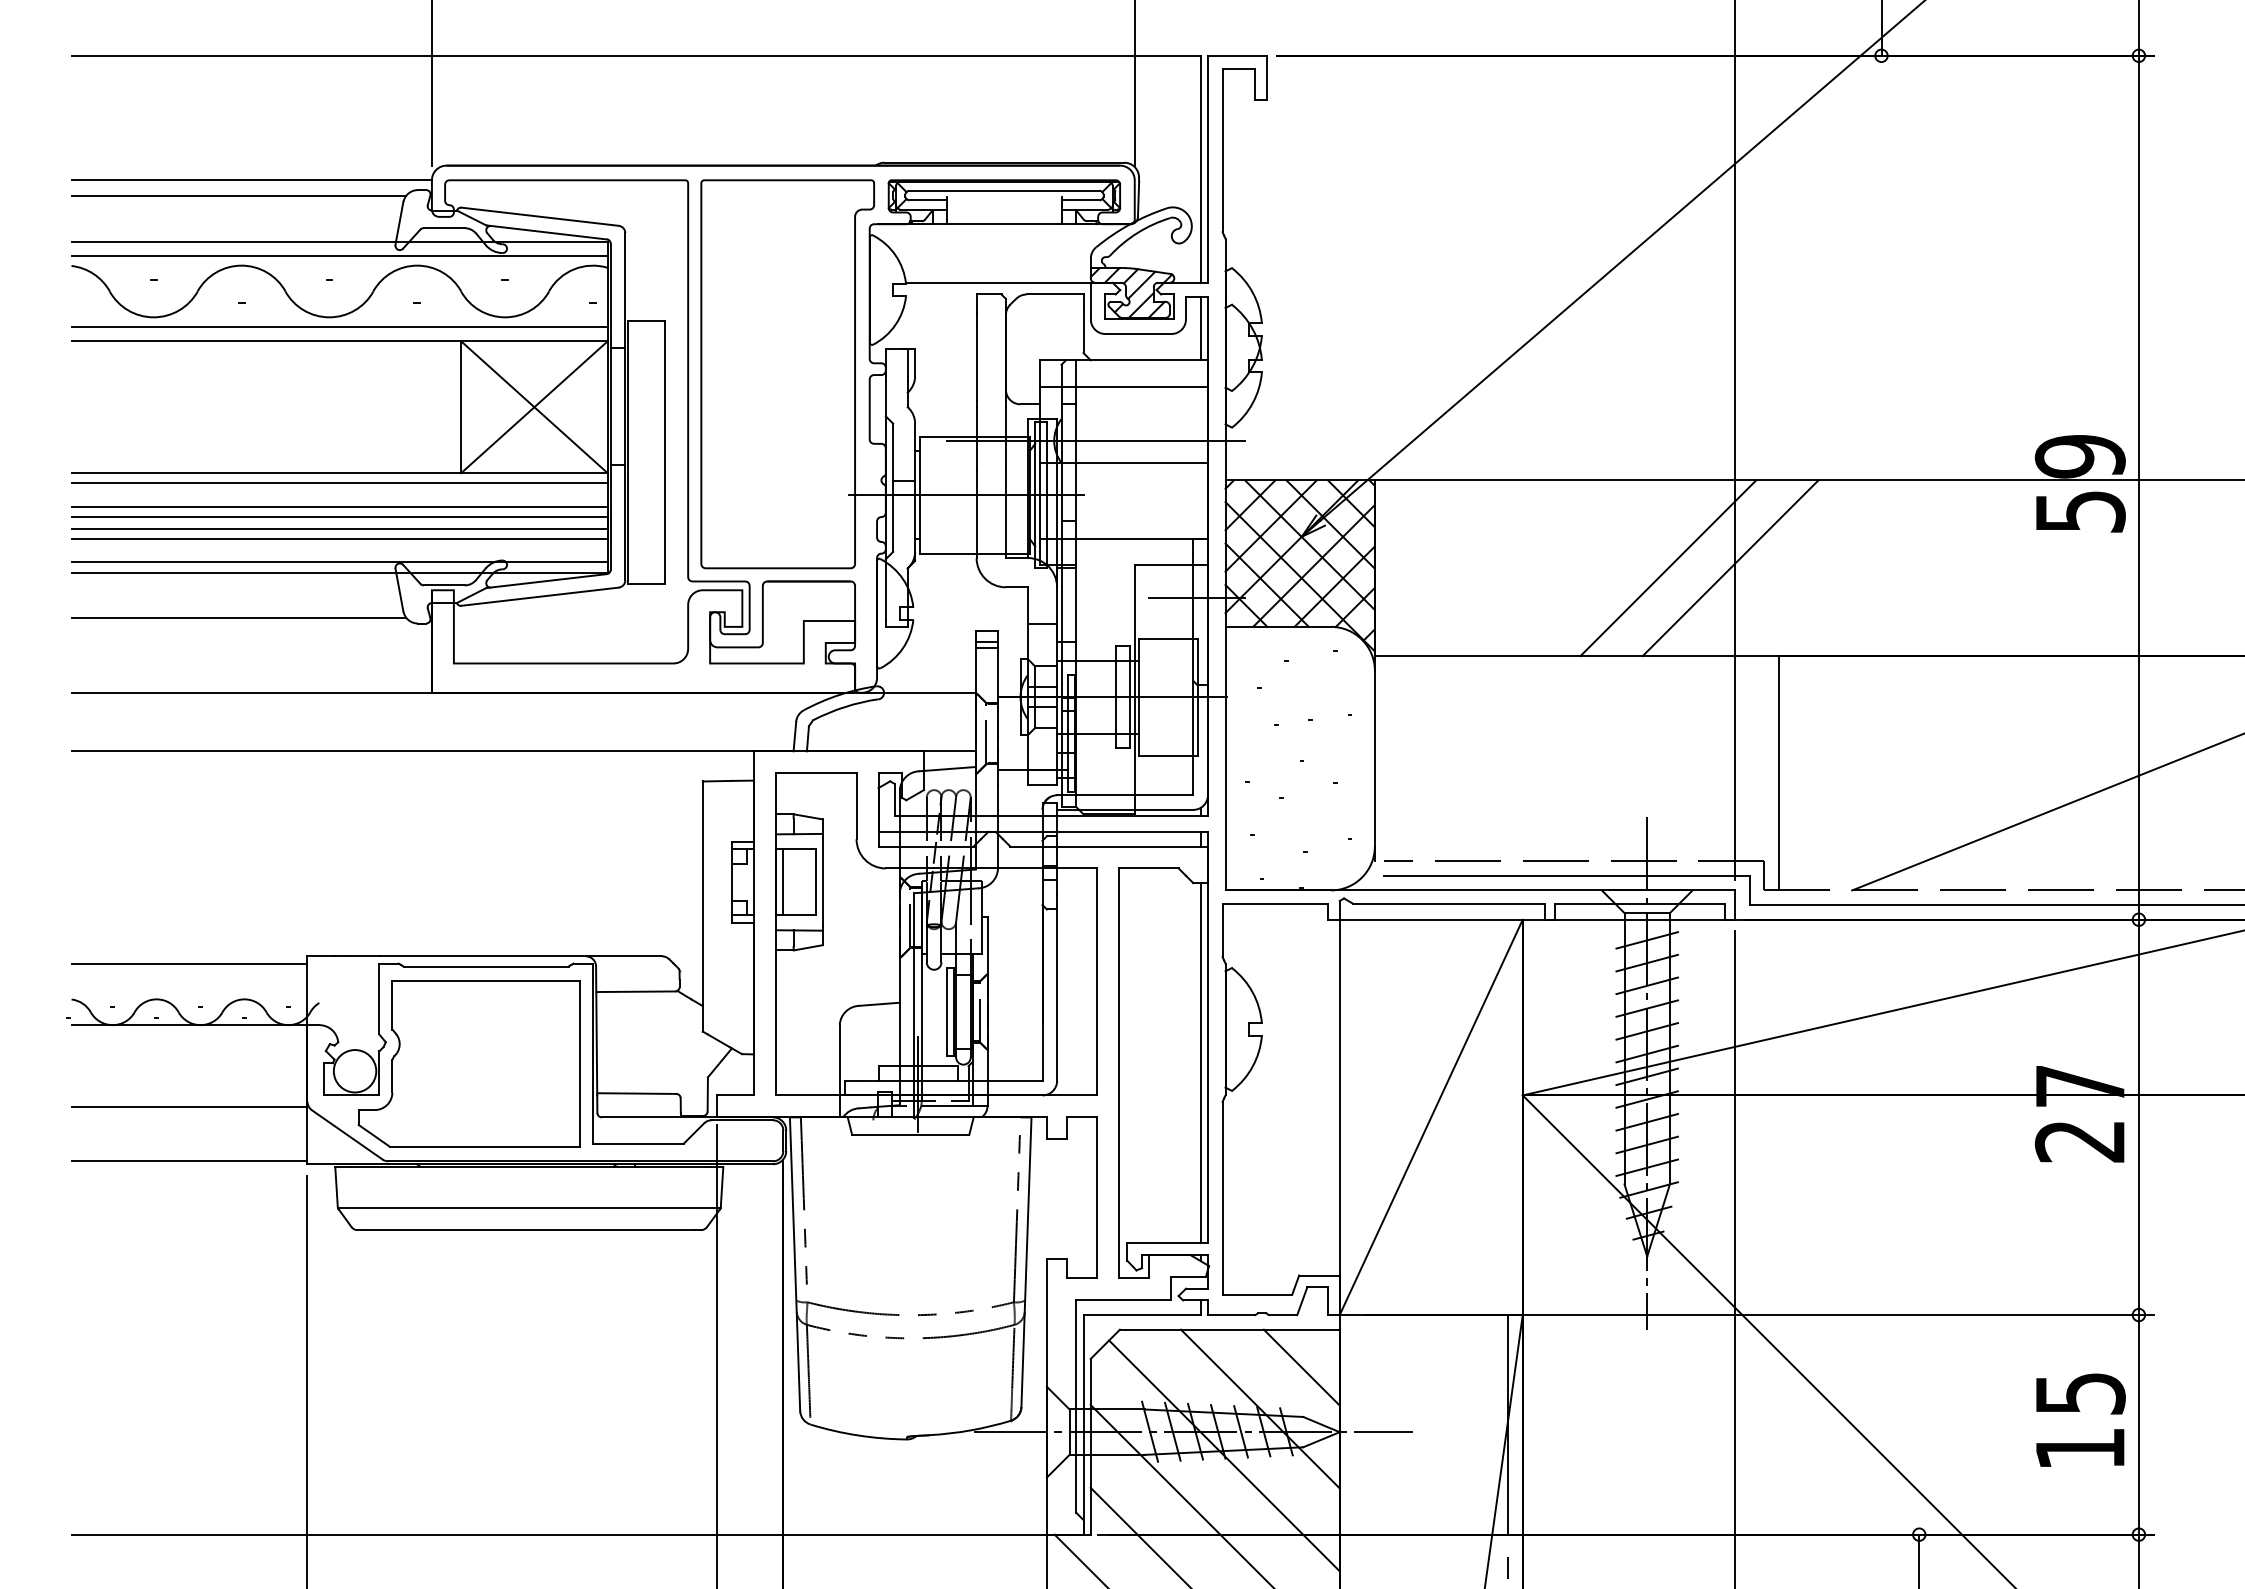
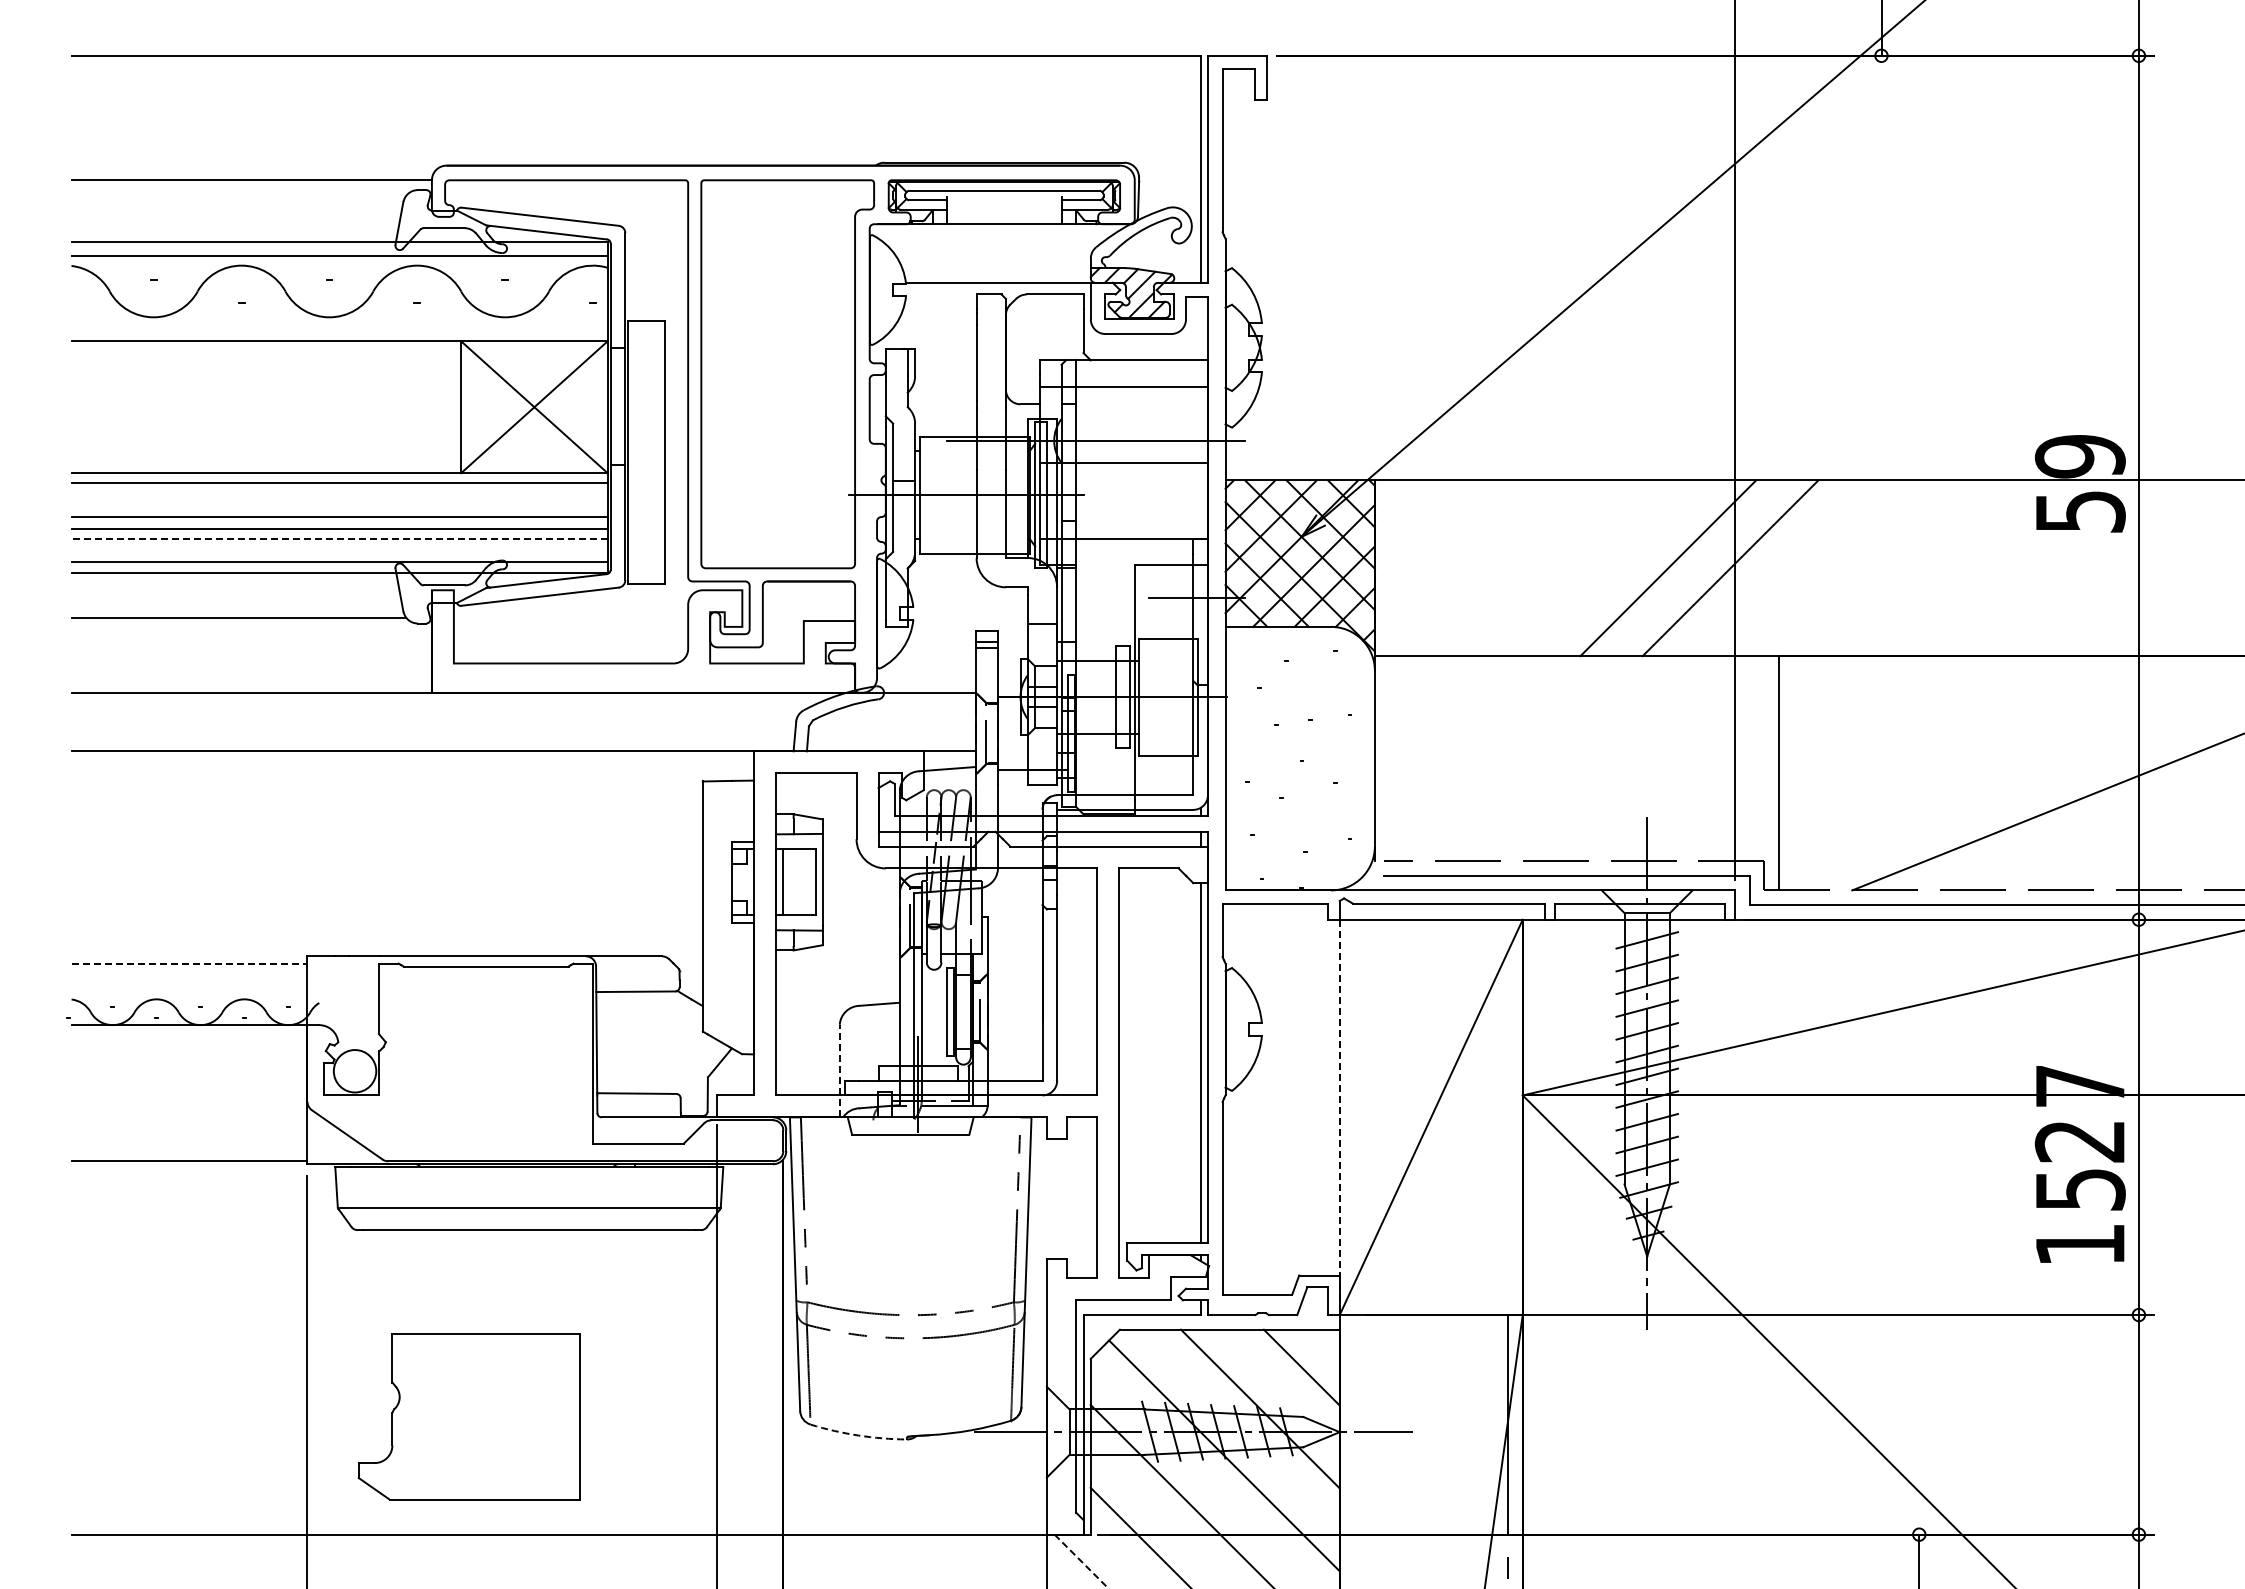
line at (431, 83): present -> none
line at (1134, 83): present -> none
line at (238, 196): present -> none
line at (339, 326): present -> none
line at (1200, 328): present -> none
line at (339, 506): present -> none
line at (339, 539): solid -> dashed
line at (189, 963): solid -> dashed
part at (468, 1063) position: (468, 1063) -> (468, 1416)
line at (839, 1070): solid -> dashed
line at (189, 1107): present -> none
line at (1339, 1117): solid -> dashed
line at (1735, 1258): present -> none
text at (2080, 1419) position: (2080, 1419) -> (2080, 1215)
arc at (858, 1435): solid -> dashed
line at (1081, 1561): solid -> dashed
